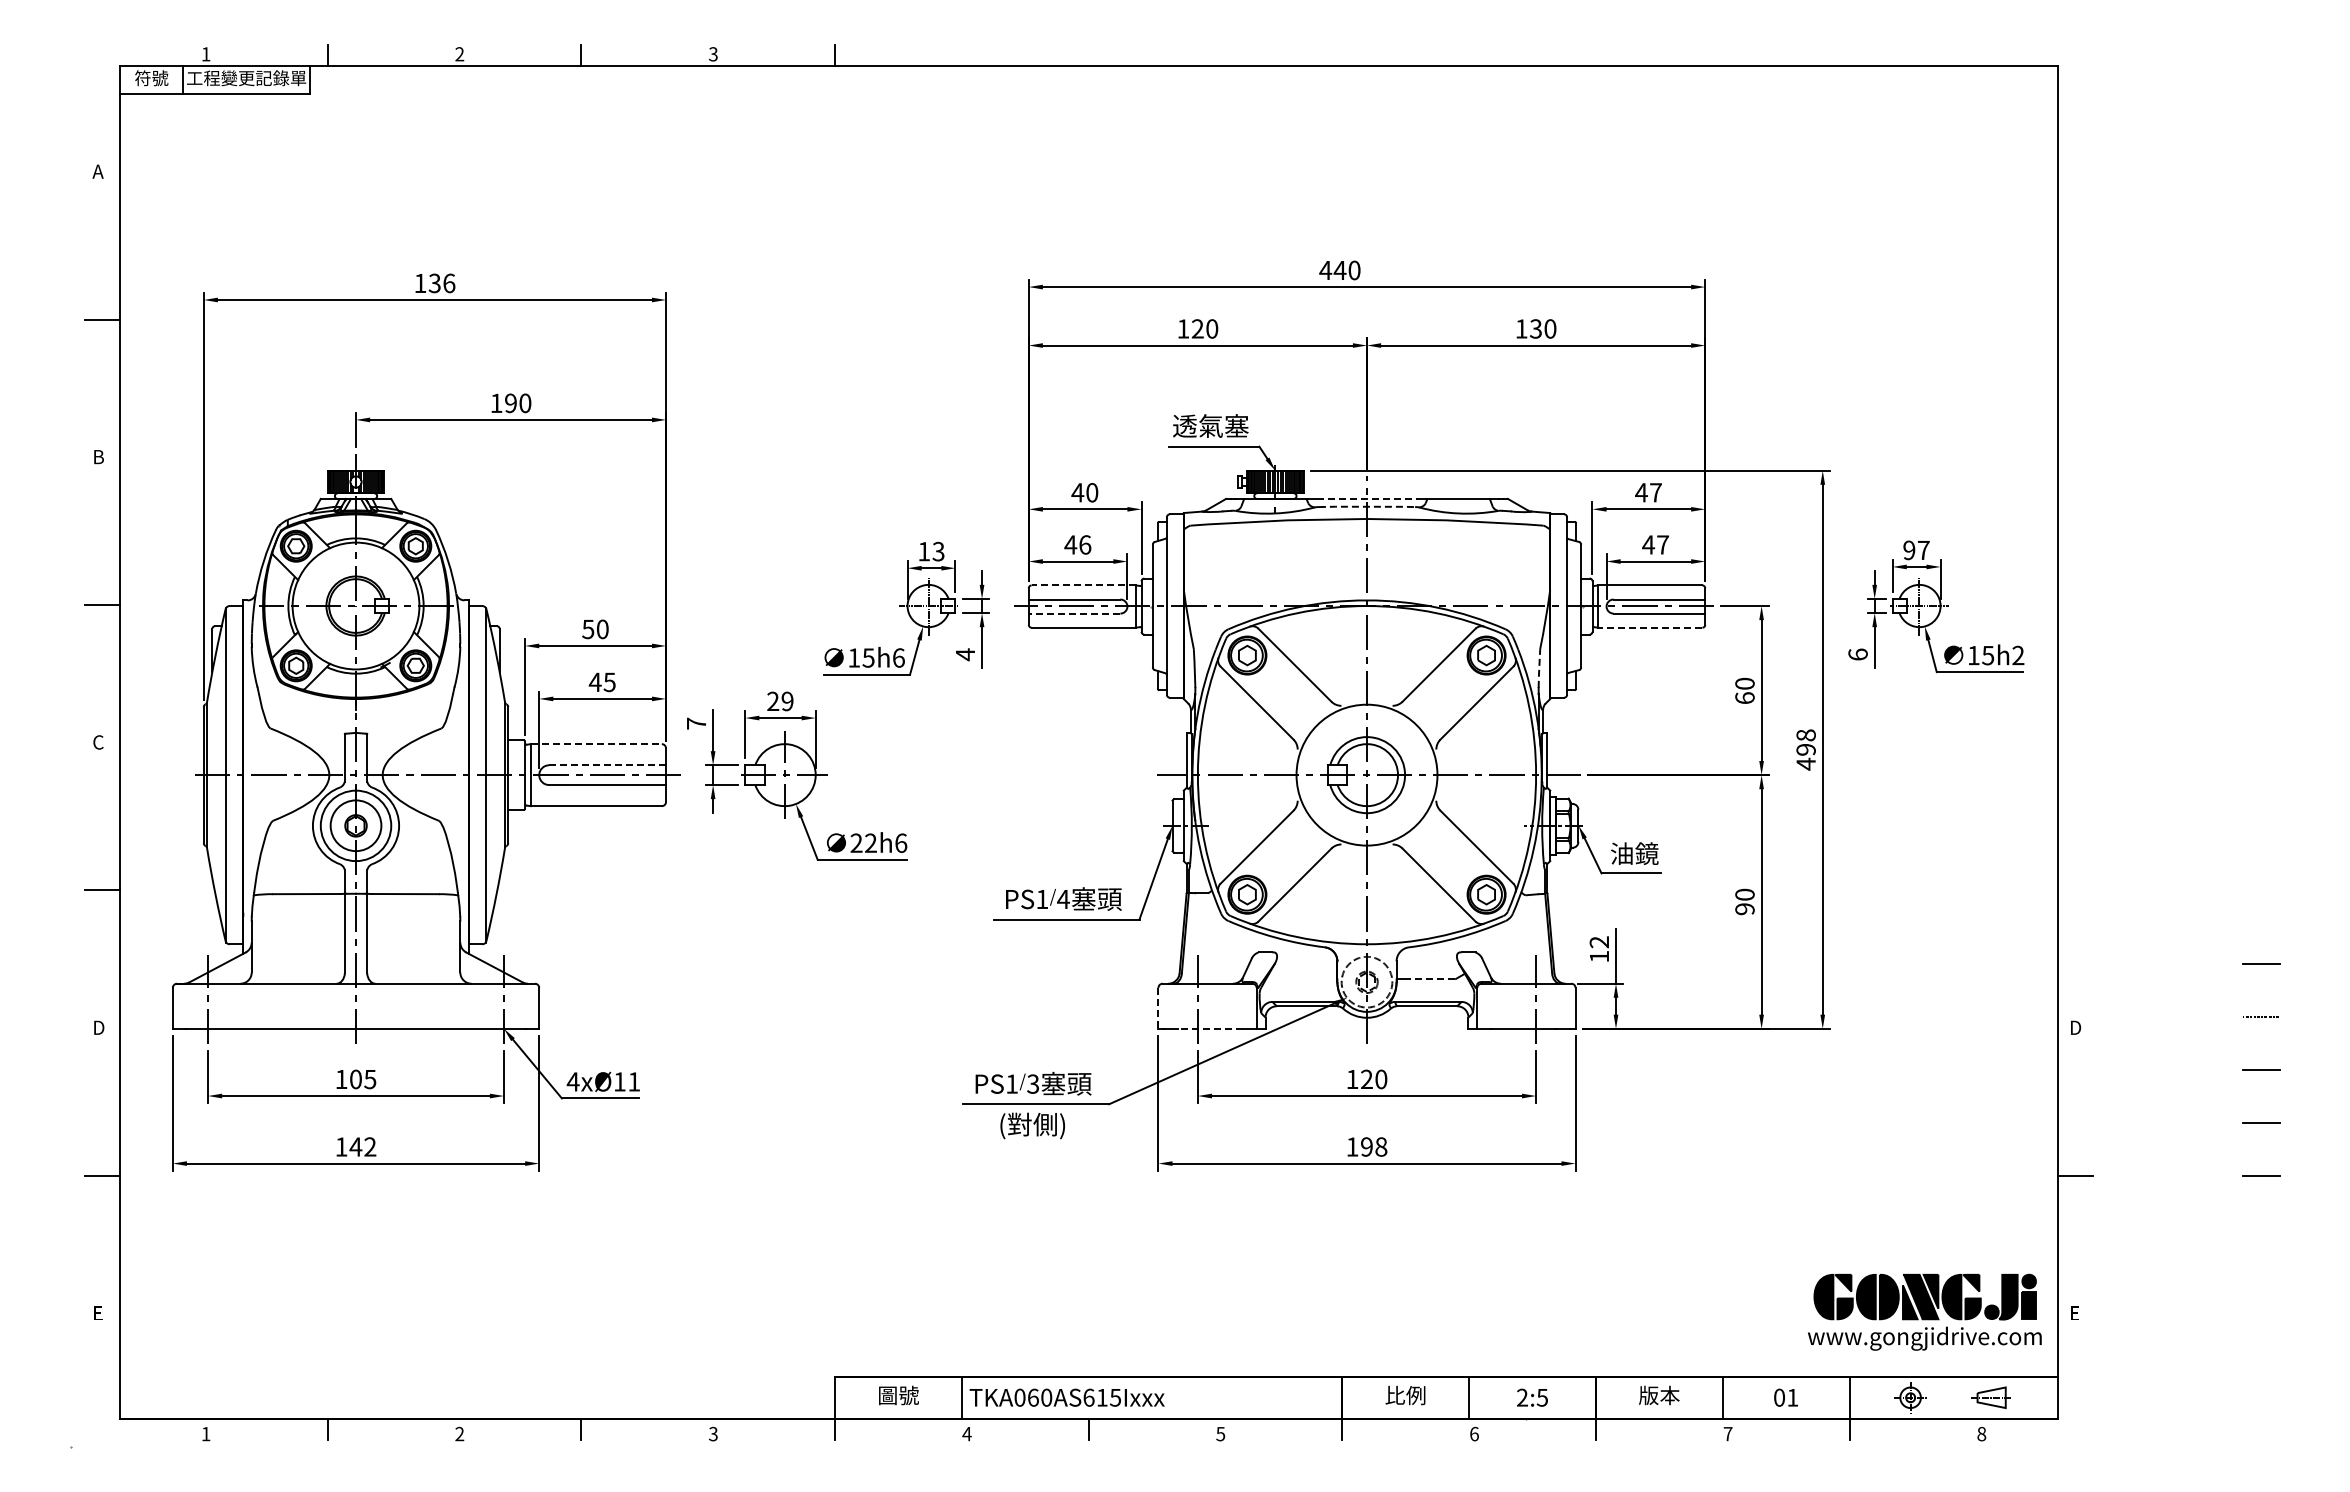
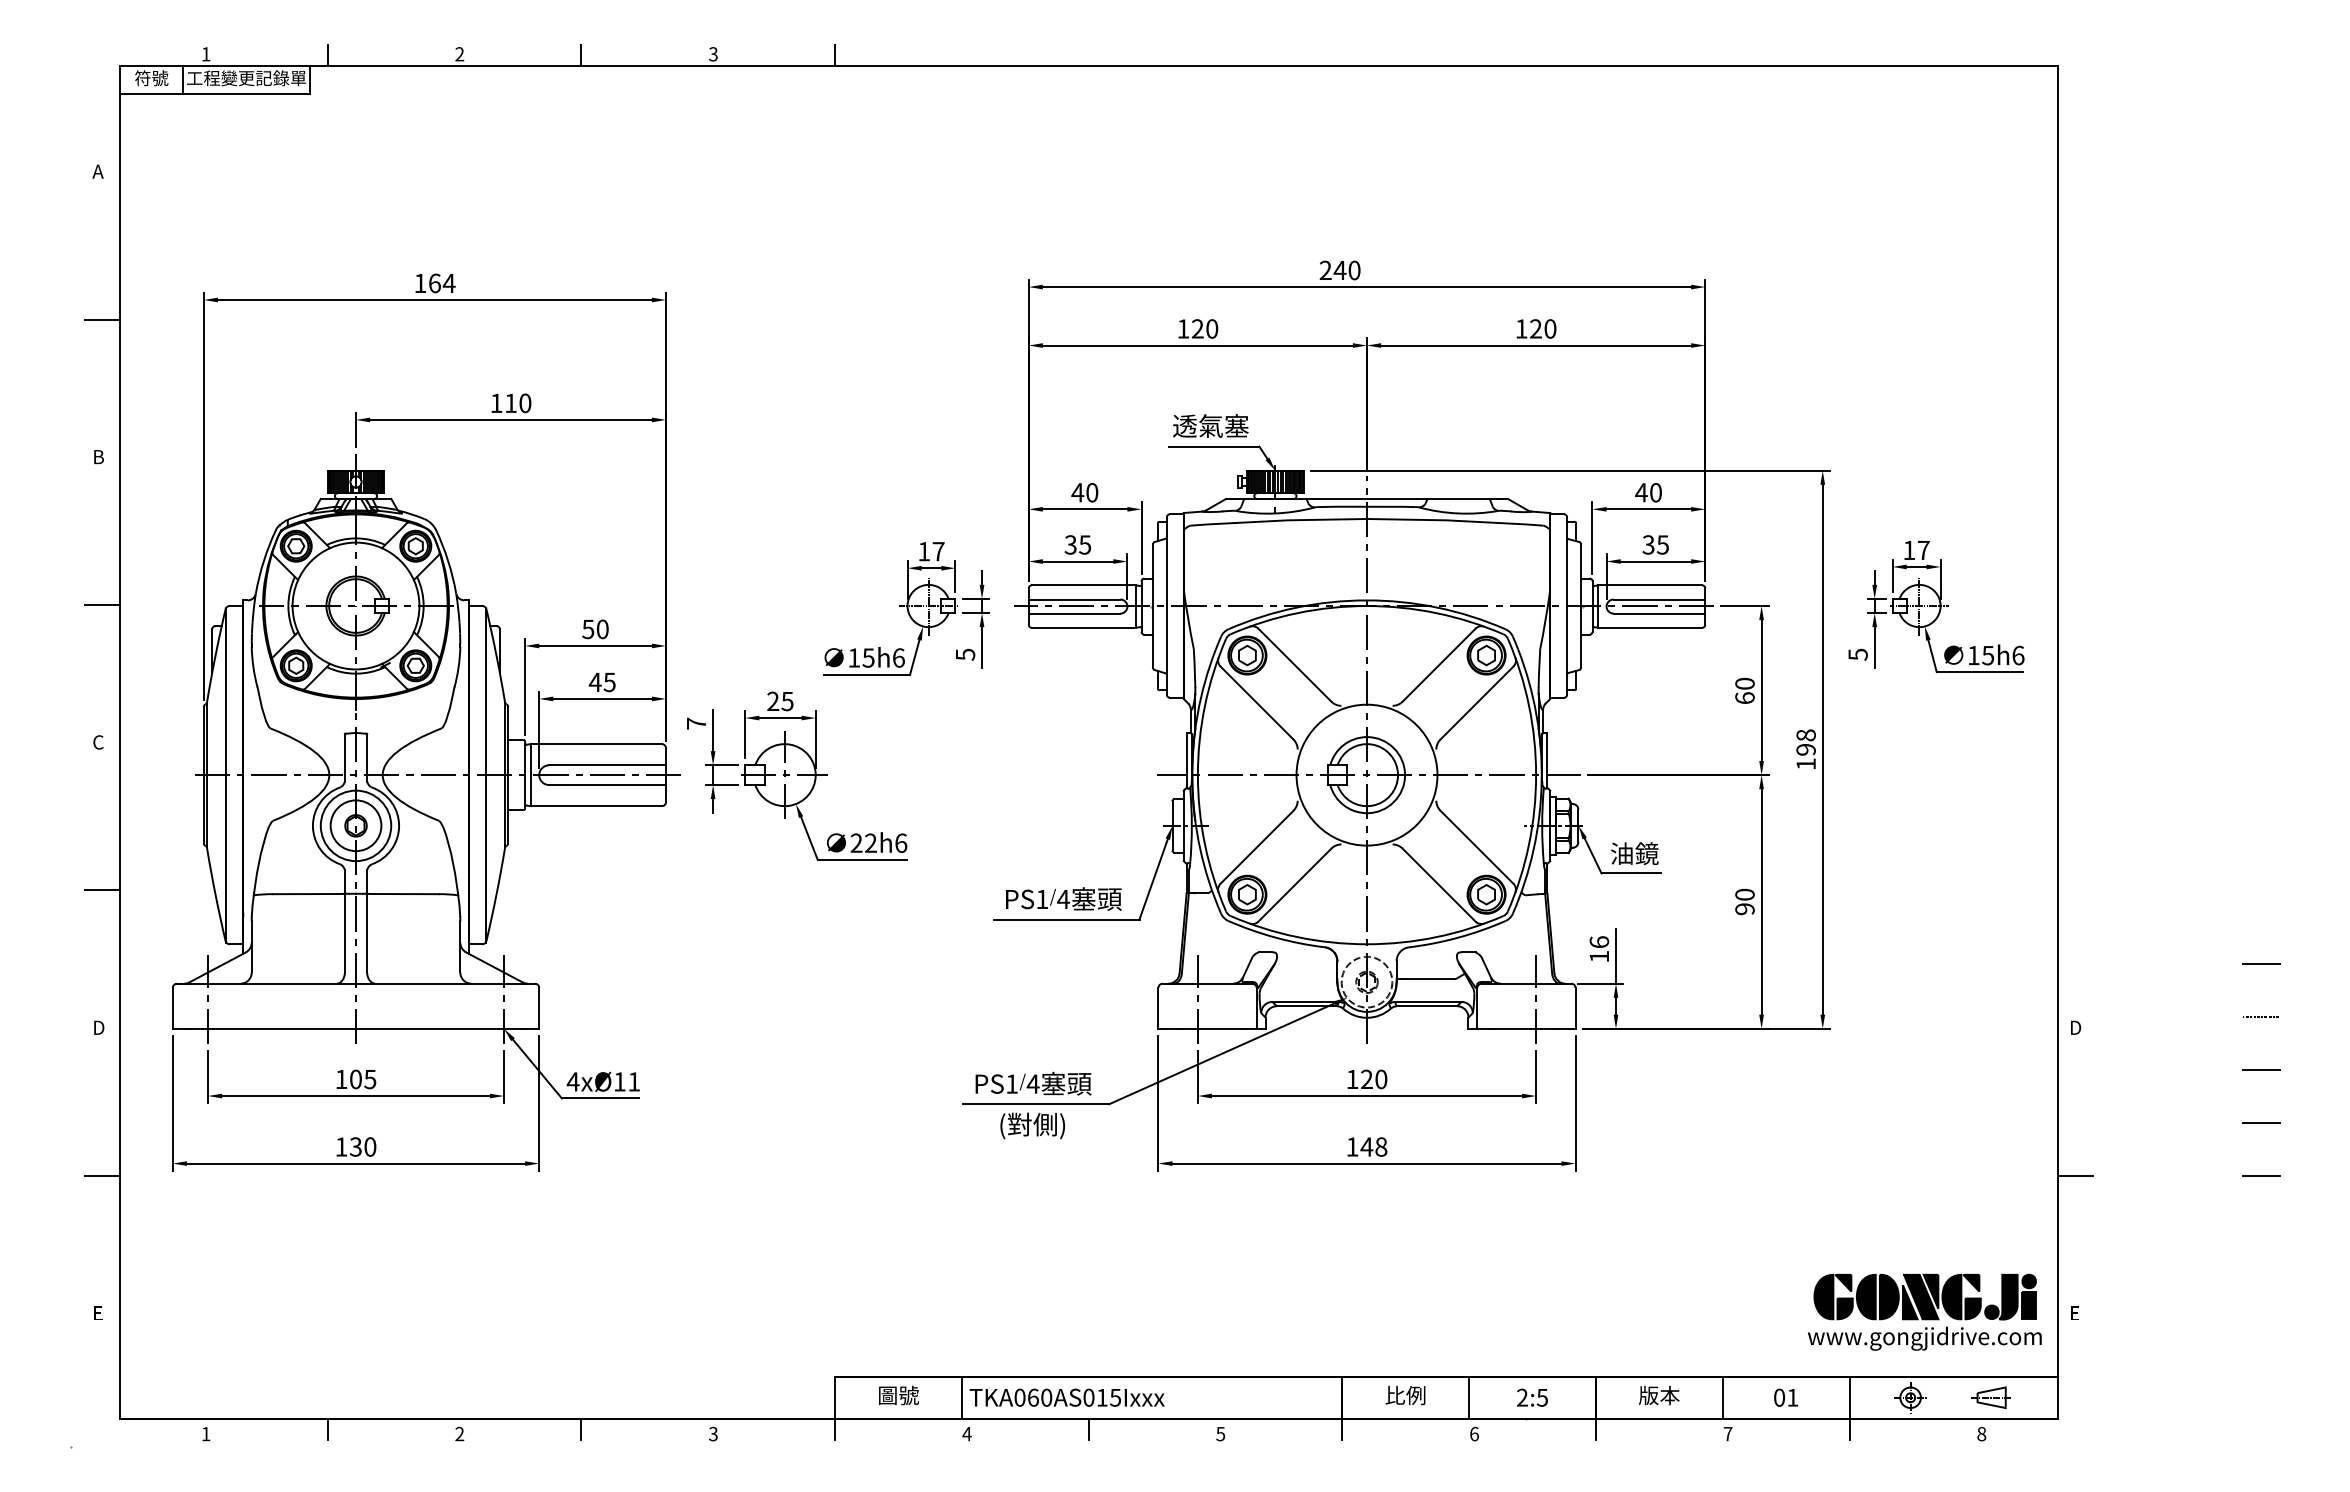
text at (1325, 269): 440 -> 240
text at (441, 283): 136 -> 164
text at (1535, 328): 130 -> 120
text at (510, 403): 190 -> 110
text at (1655, 492): 47 -> 40
line at (1367, 498): dashed -> solid
line at (1367, 506): dashed -> solid
text at (1077, 544): 46 -> 35
text at (1655, 544): 47 -> 35
text at (1909, 550): 97 -> 17
text at (938, 551): 13 -> 17
line at (1083, 585): dashed -> solid
line at (1074, 613): dashed -> solid
line at (1649, 627): dashed -> solid
text at (965, 654): 4 -> 5
text at (1857, 654): 6 -> 5
text at (2018, 655): 15h2 -> 15h6
line at (1539, 668): dashed -> solid
text at (787, 701): 29 -> 25
line at (596, 744): dashed -> solid
text at (1805, 763): 498 -> 198
line at (608, 765): dashed -> solid
text at (1599, 942): 12 -> 16
line at (1429, 979): dashed -> solid
line at (1158, 1008): dashed -> solid
line at (1210, 1028): dashed -> solid
text at (1032, 1083): 3 -> 4
text at (362, 1146): 142 -> 130
text at (1366, 1146): 198 -> 148
text at (1088, 1397): TKA060AS615Ixxx -> TKA060AS015Ixxx
